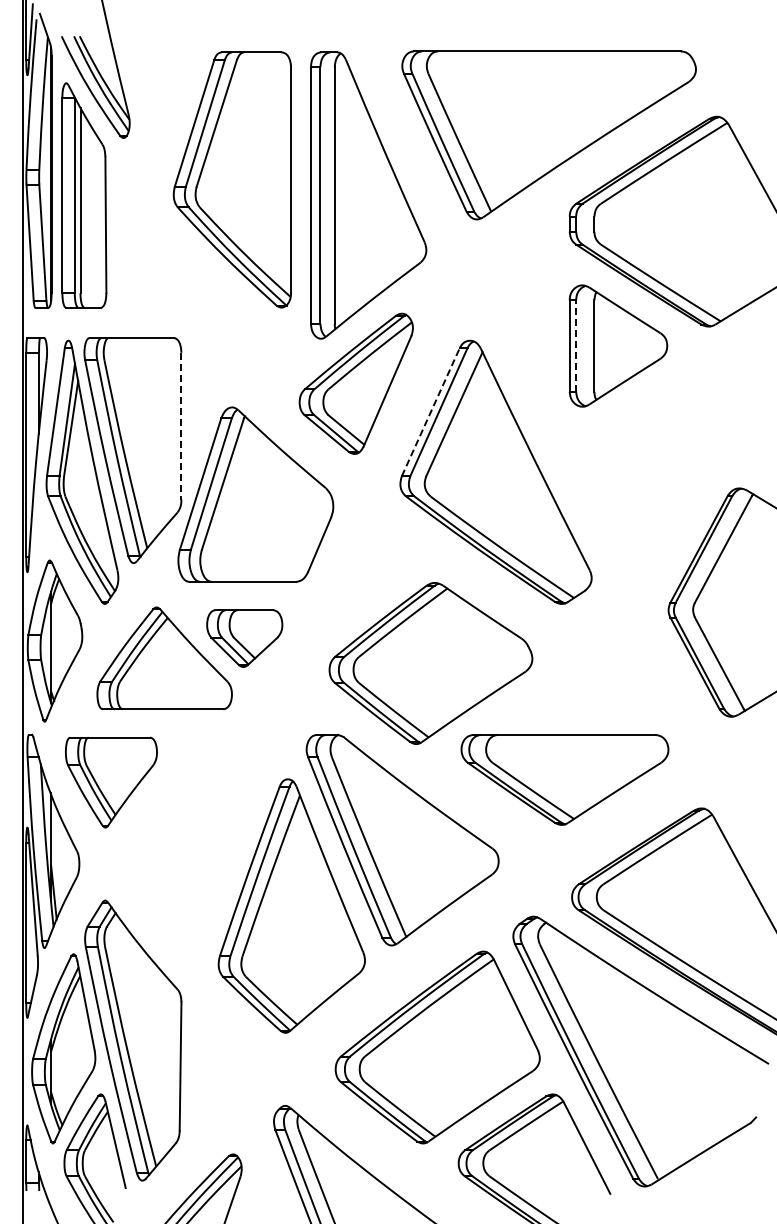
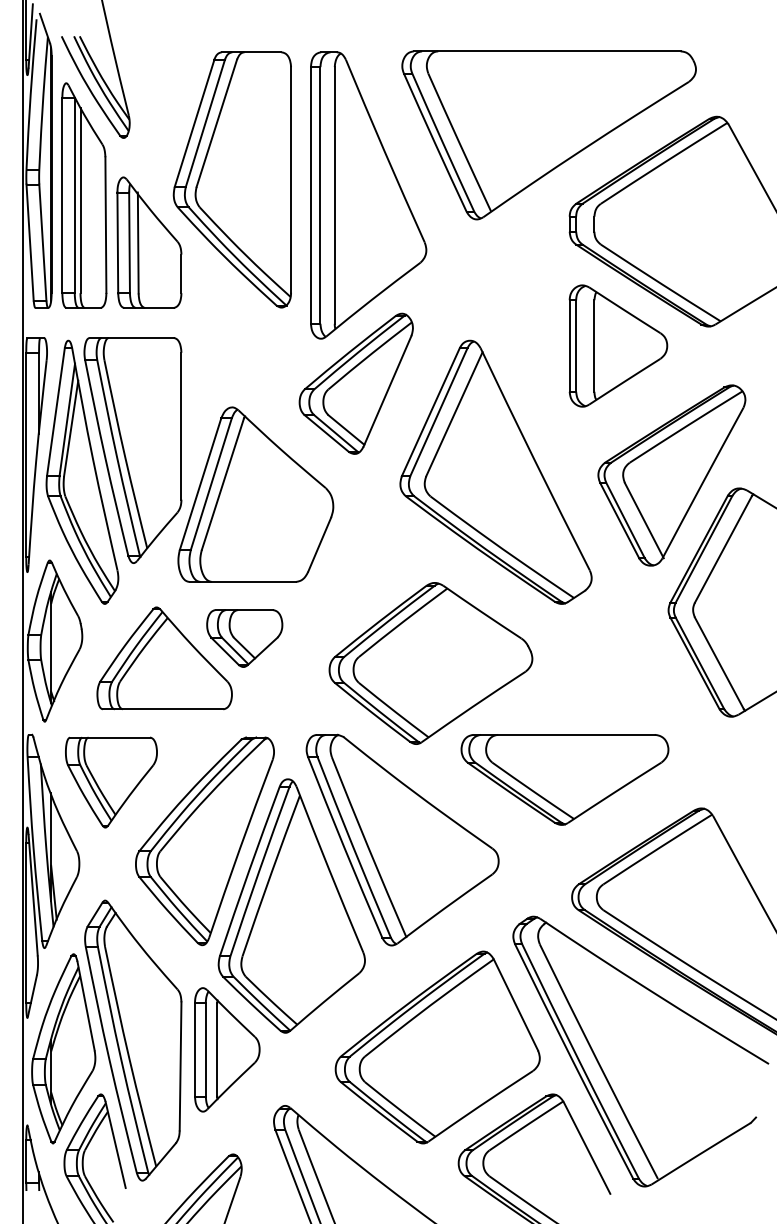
part at (149, 242): none -> present
line at (576, 346): dashed -> solid
line at (431, 411): dashed -> solid
line at (181, 426): dashed -> solid
part at (671, 475): none -> present
part at (204, 841): none -> present
part at (227, 1049): none -> present
